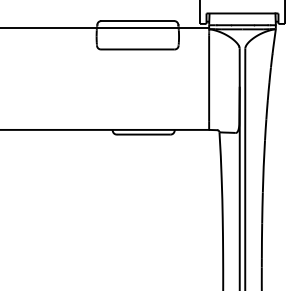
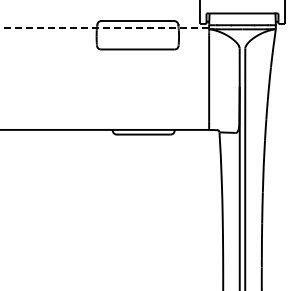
line at (104, 28): solid -> dashed
